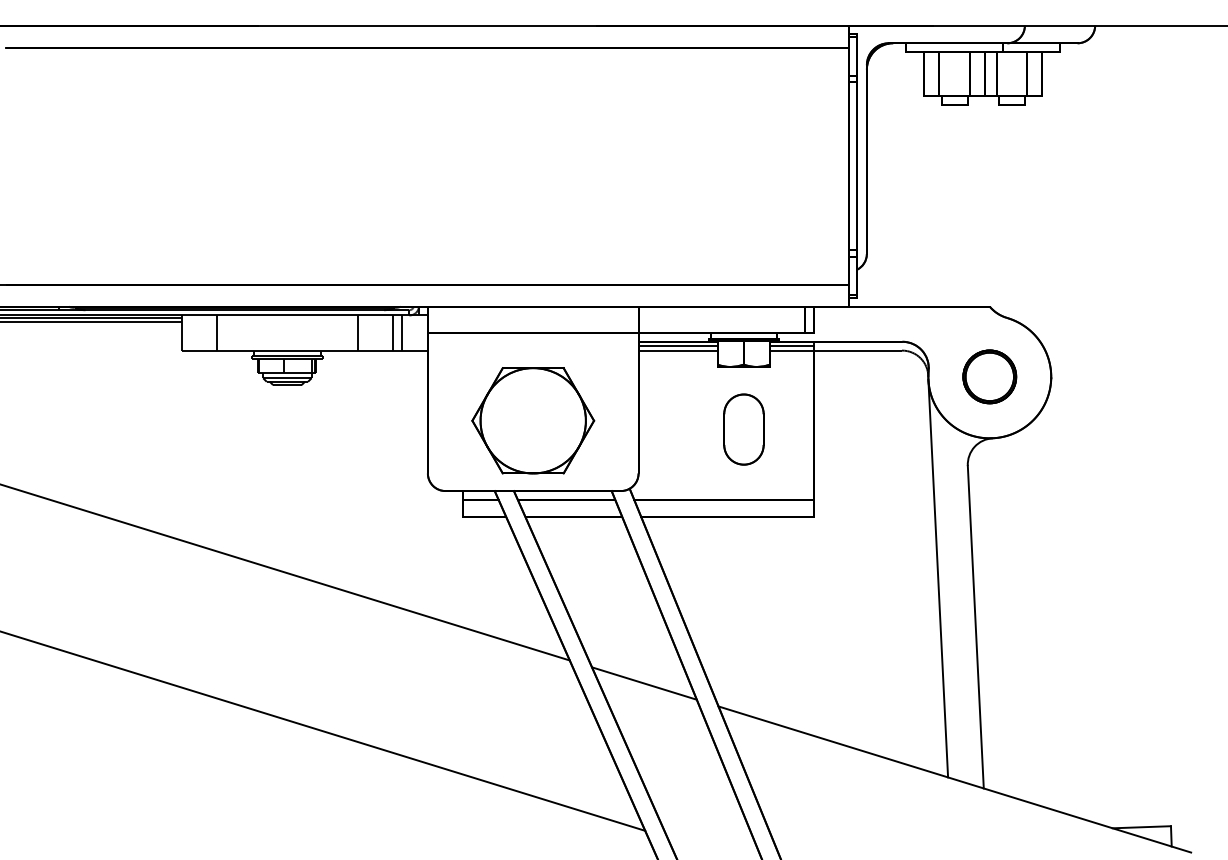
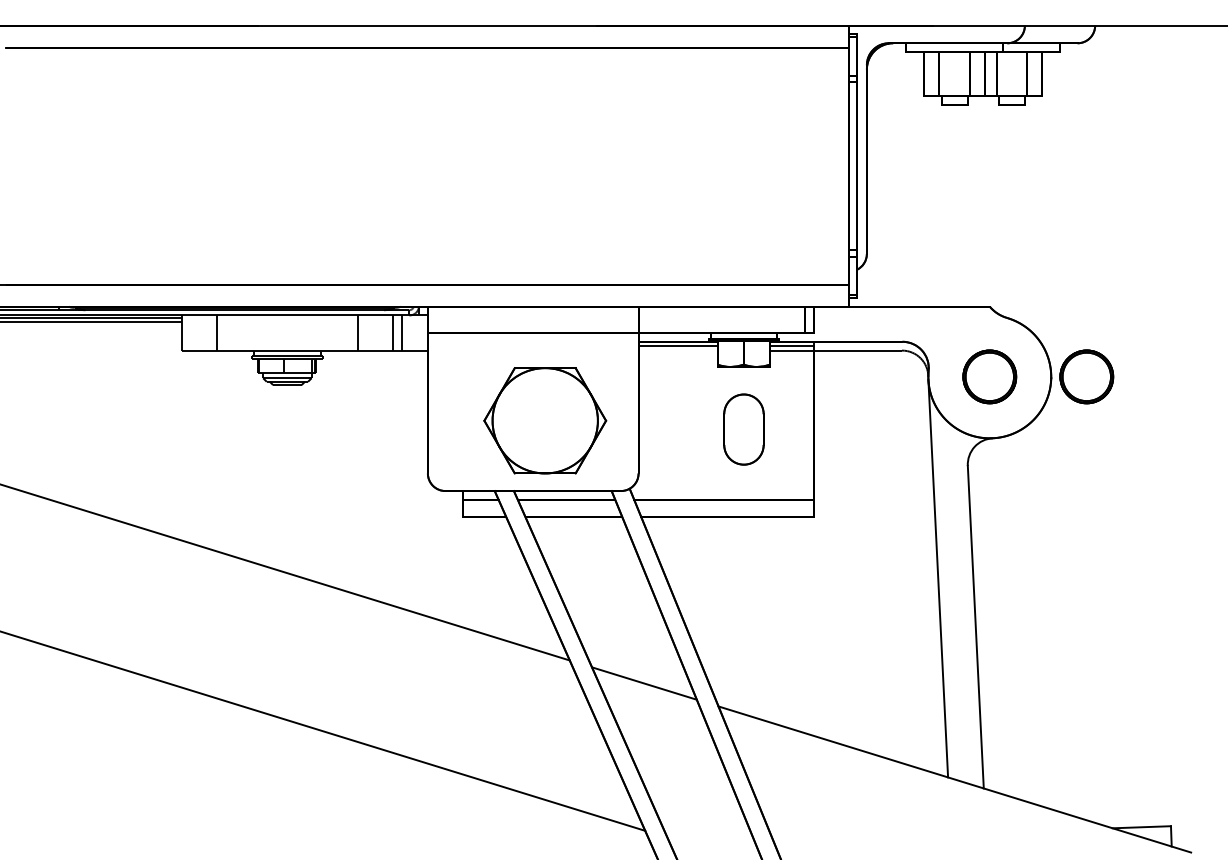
line at (677, 350): present -> none
part at (1086, 376): none -> present
part at (533, 420) position: (533, 420) -> (545, 420)
